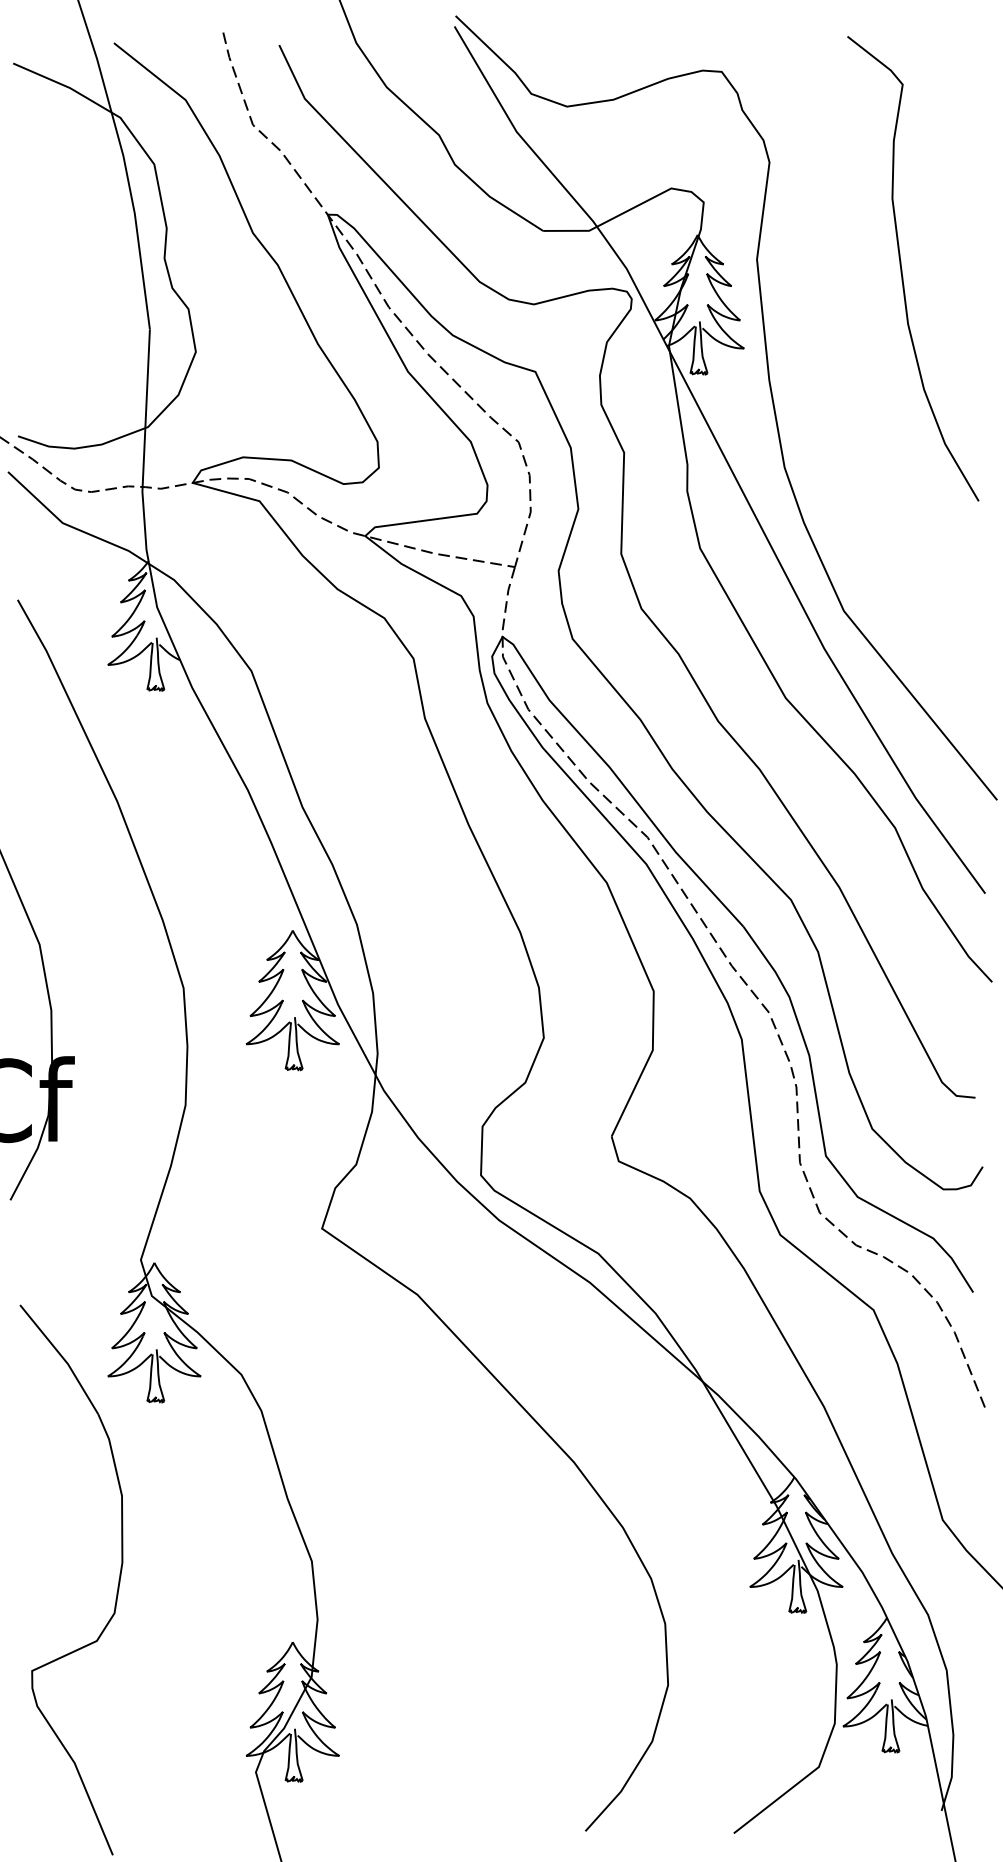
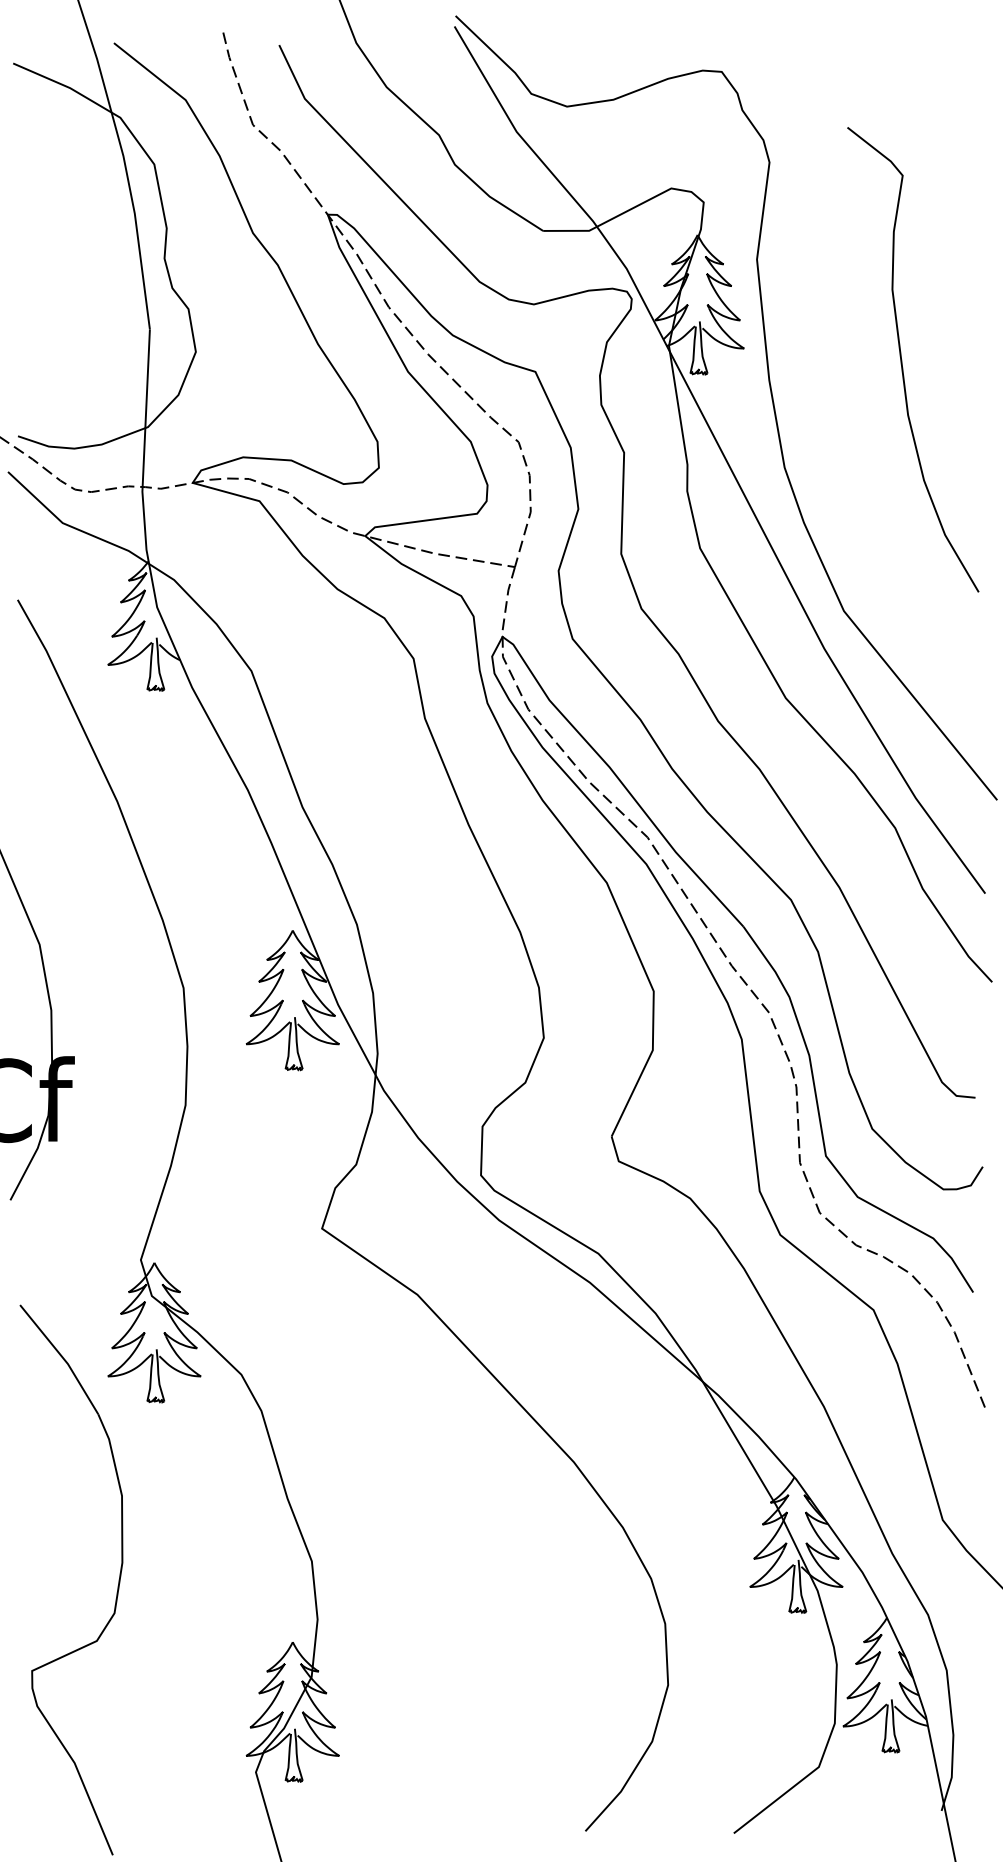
curve at (902, 268) position: (902, 268) -> (902, 359)
